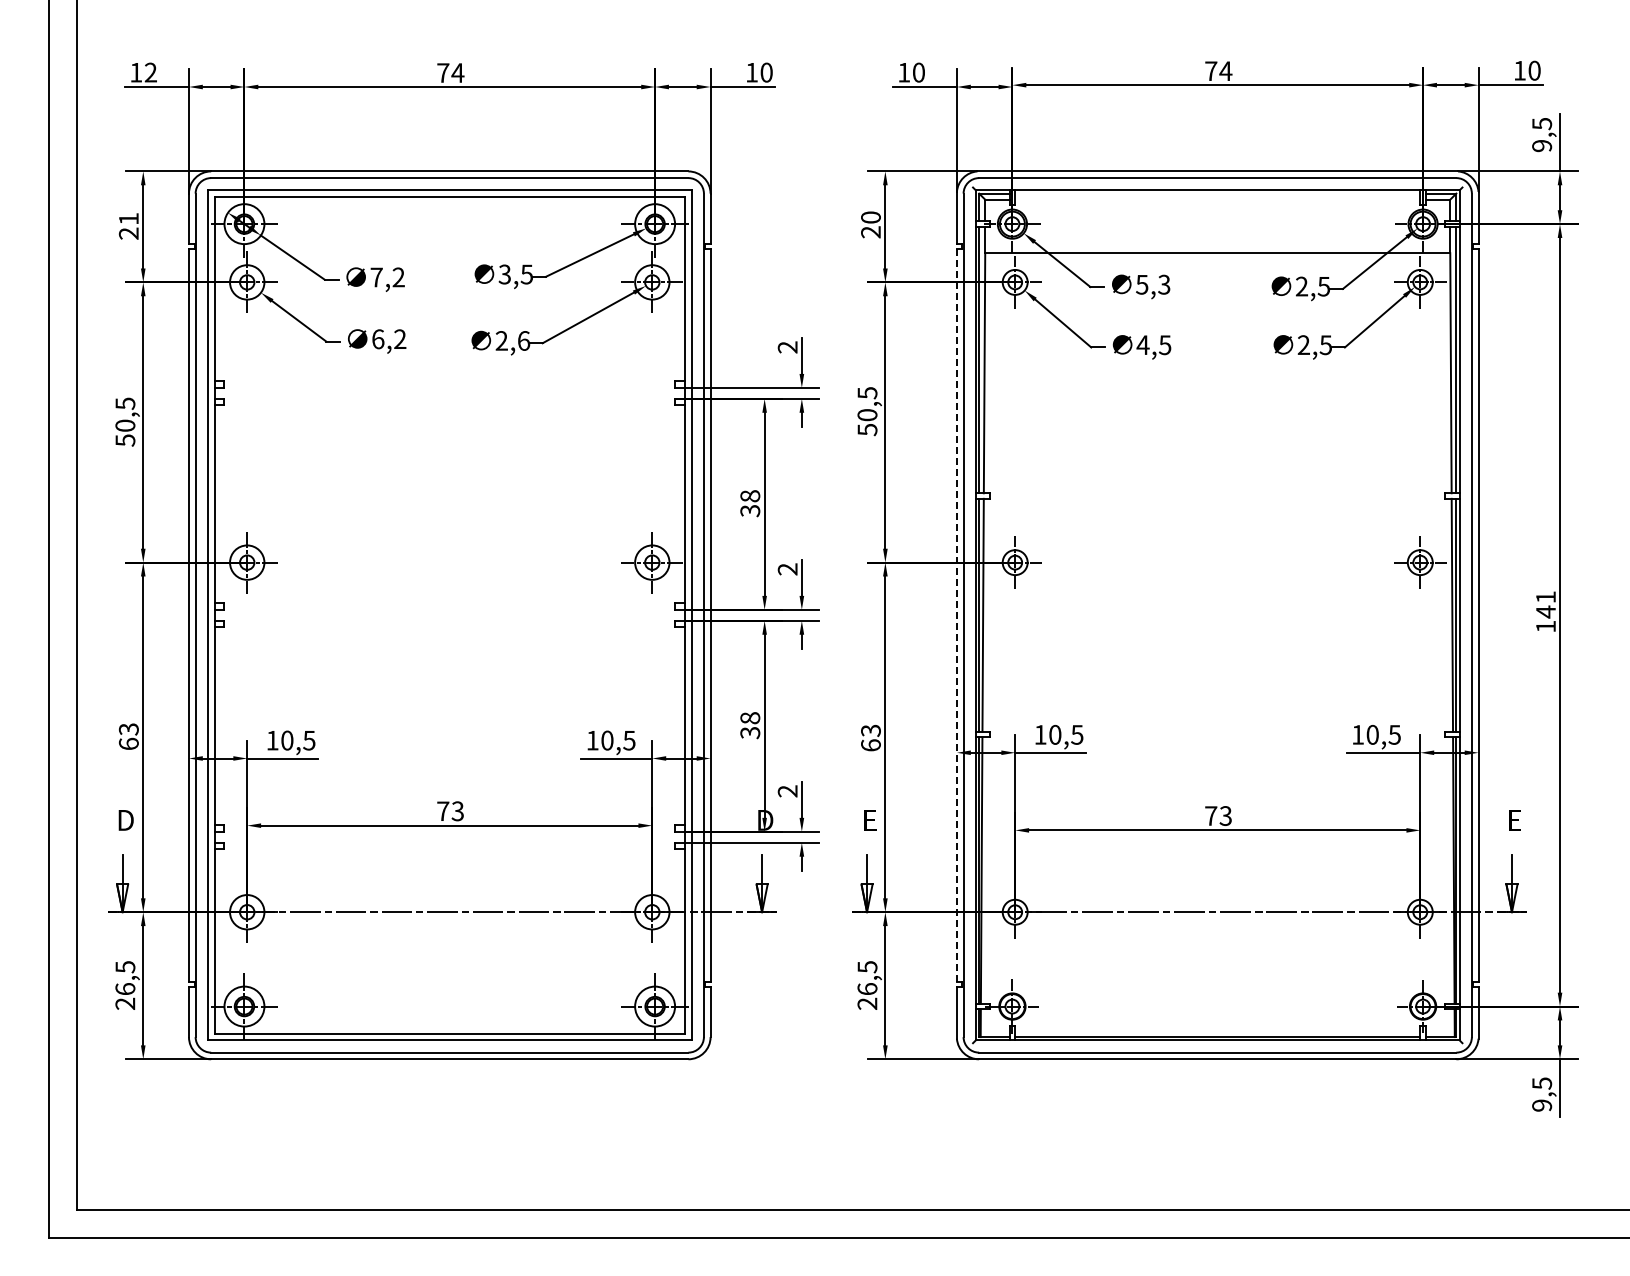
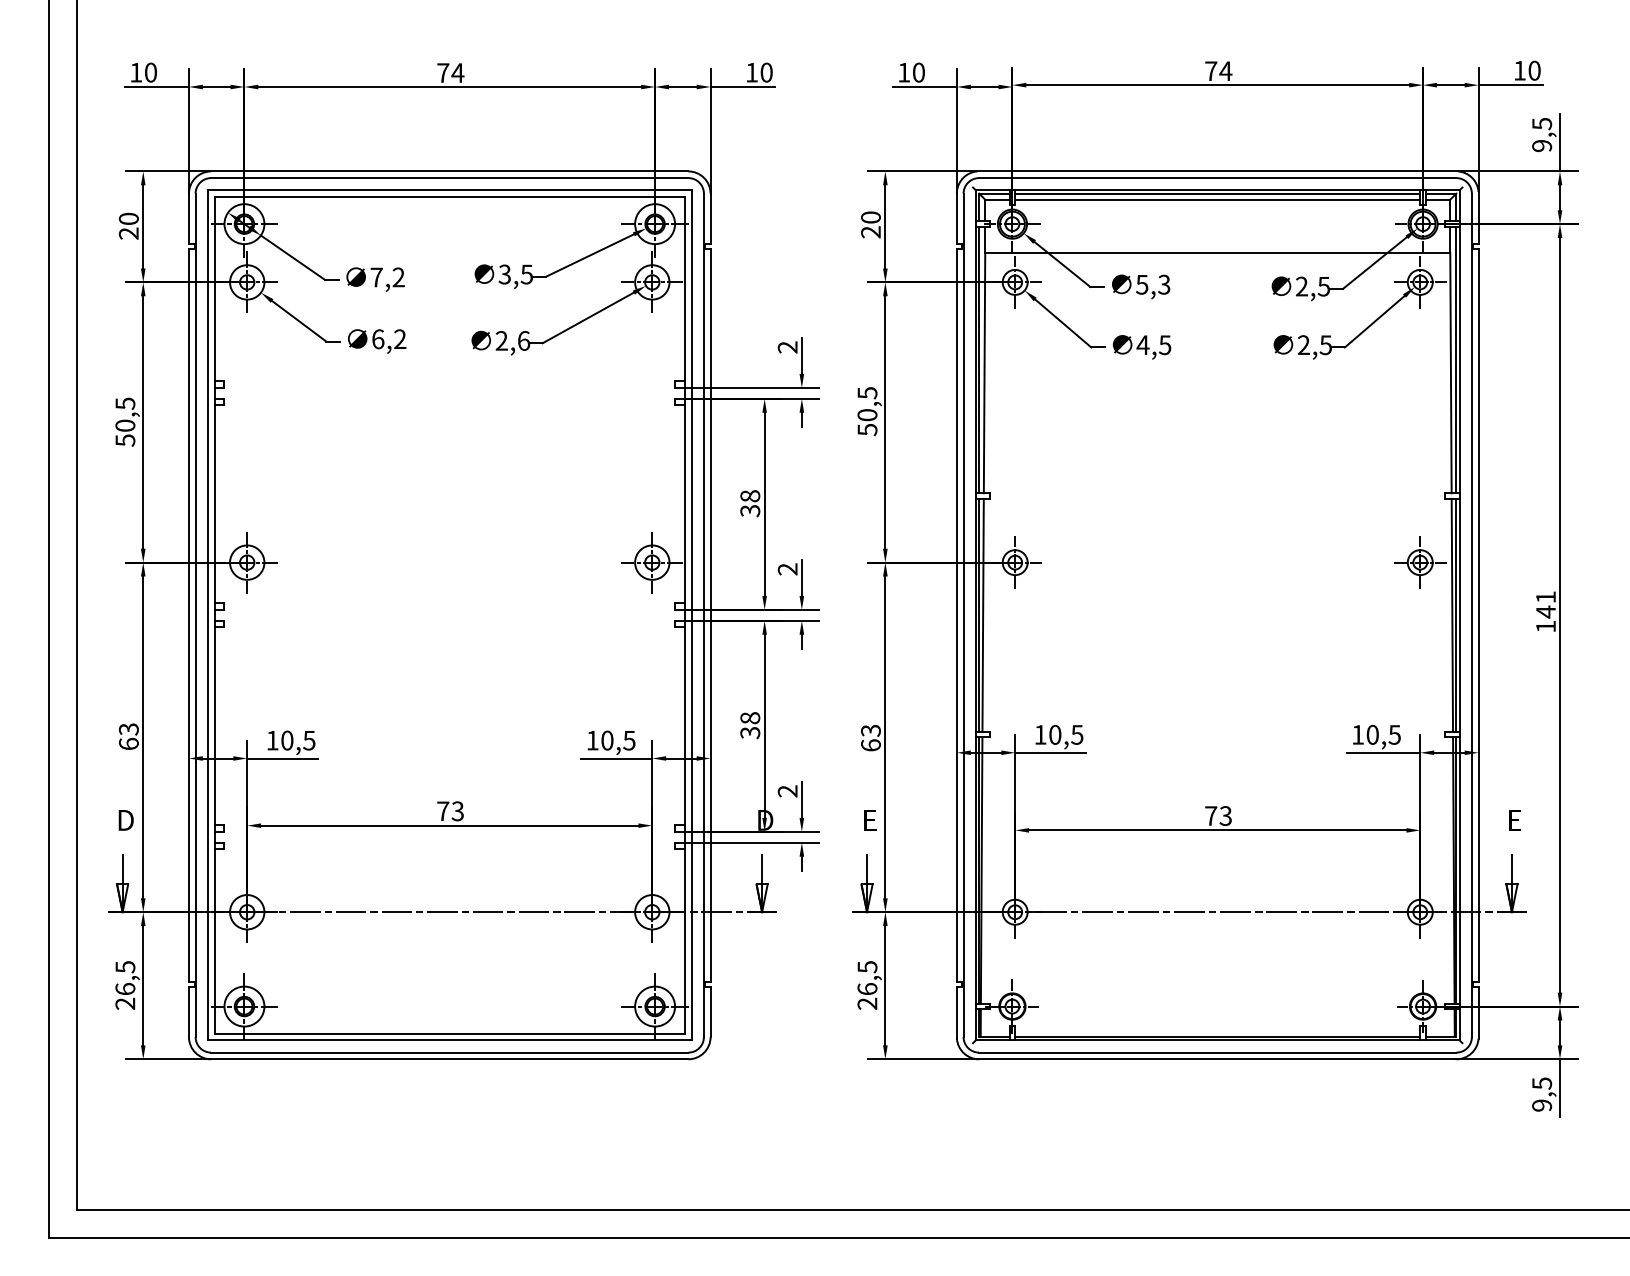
text at (150, 72): 12 -> 10
line at (1217, 193): none -> present
line at (1217, 199): none -> present
text at (128, 218): 21 -> 20
line at (956, 615): dashed -> solid
